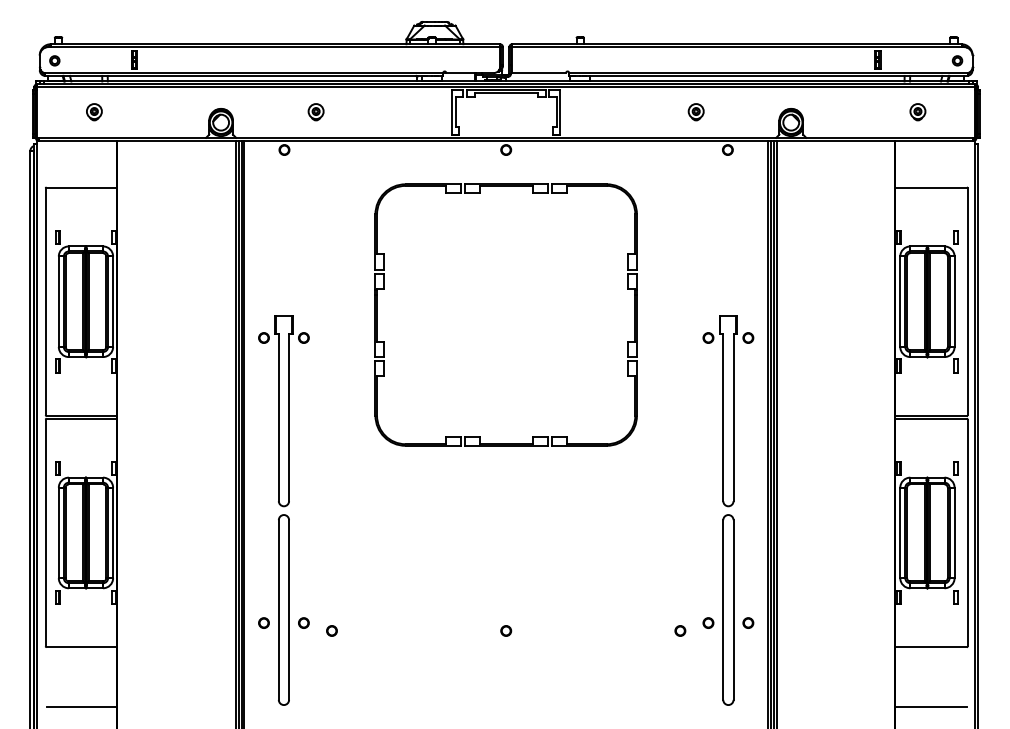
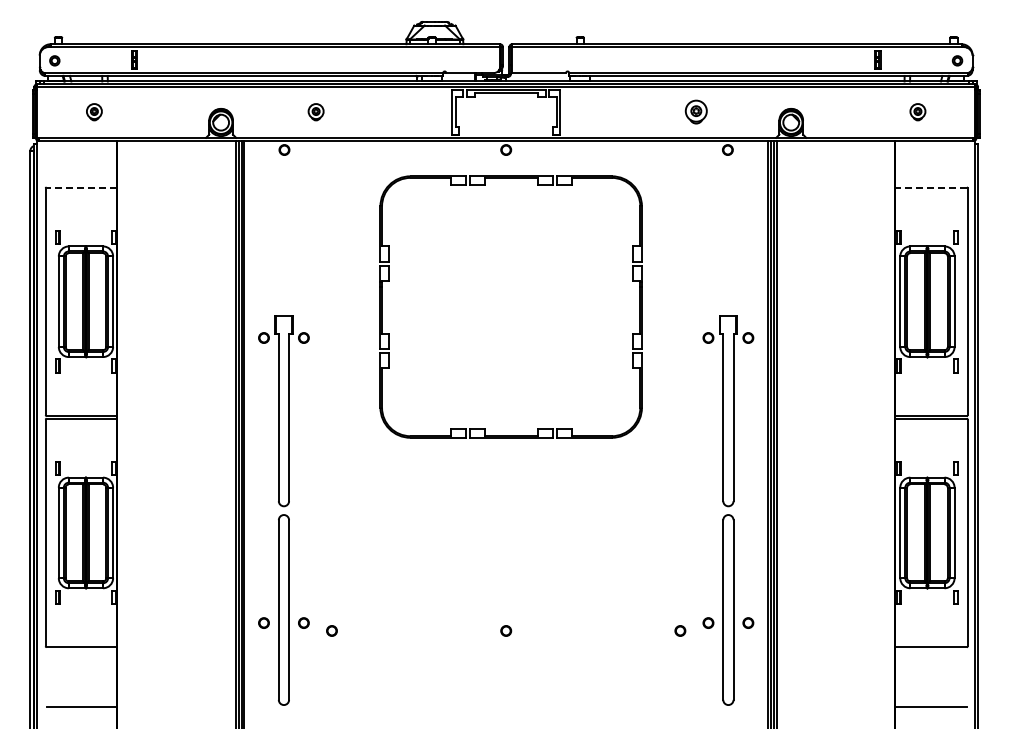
part at (695, 112) size: 18x19 px -> 24x26 px
line at (81, 187): solid -> dashed
line at (930, 187): solid -> dashed
part at (480, 193) position: (480, 193) -> (485, 185)
